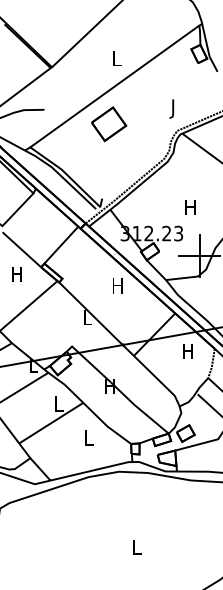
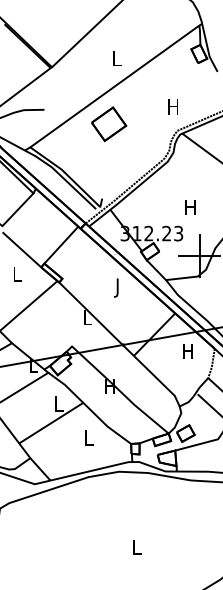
text at (172, 108): J -> H
text at (16, 274): H -> L
text at (117, 287): H -> J
